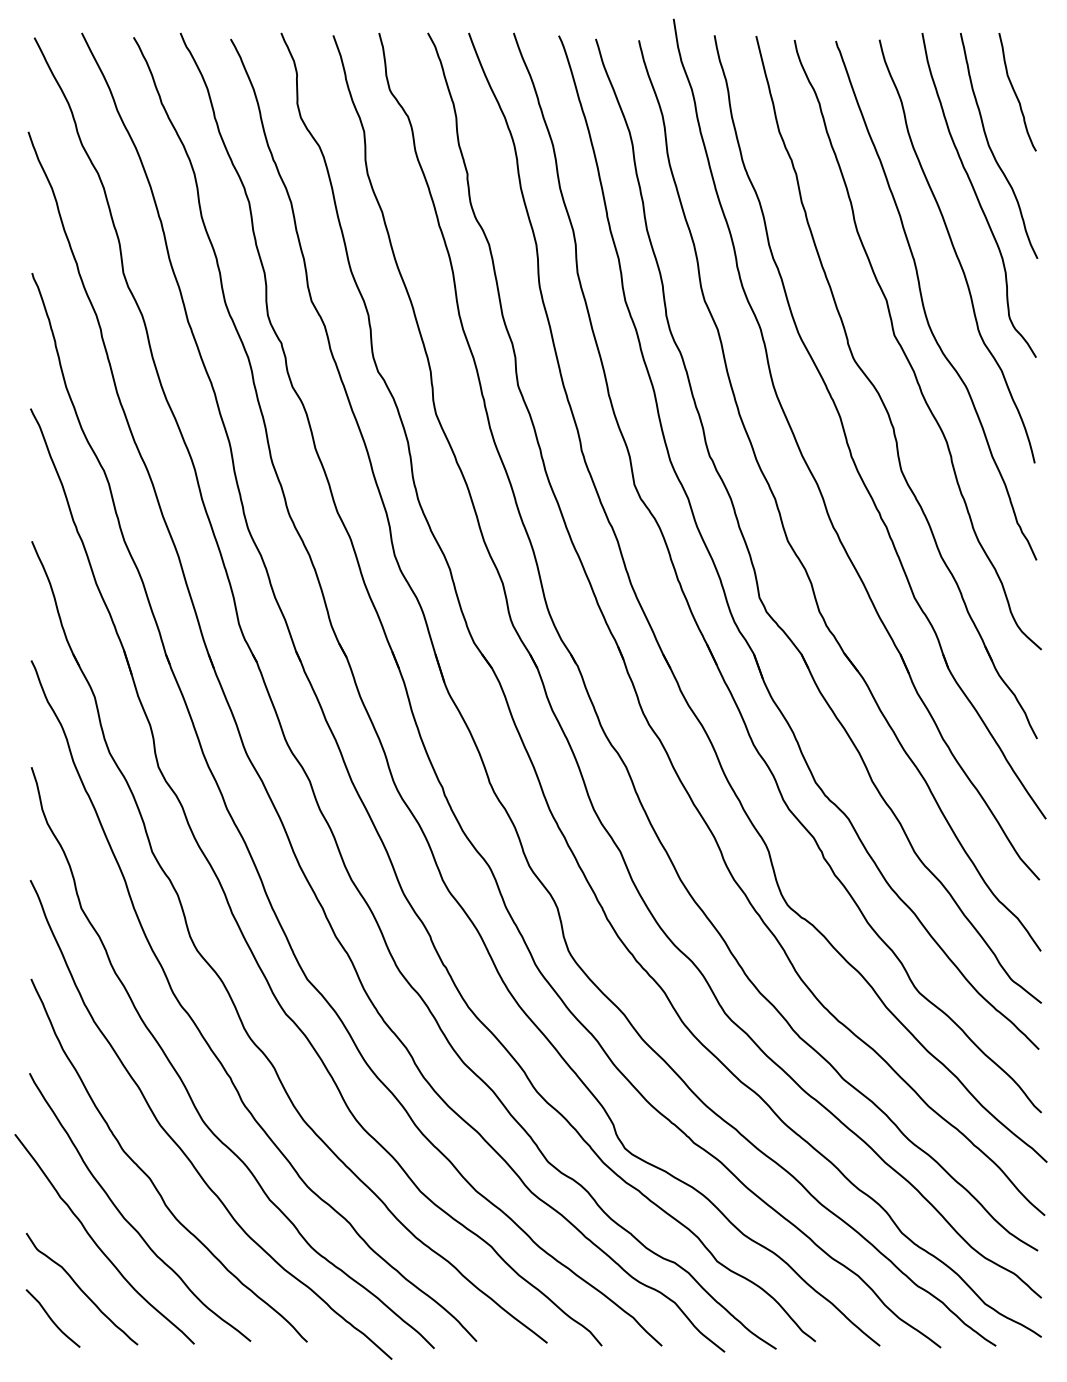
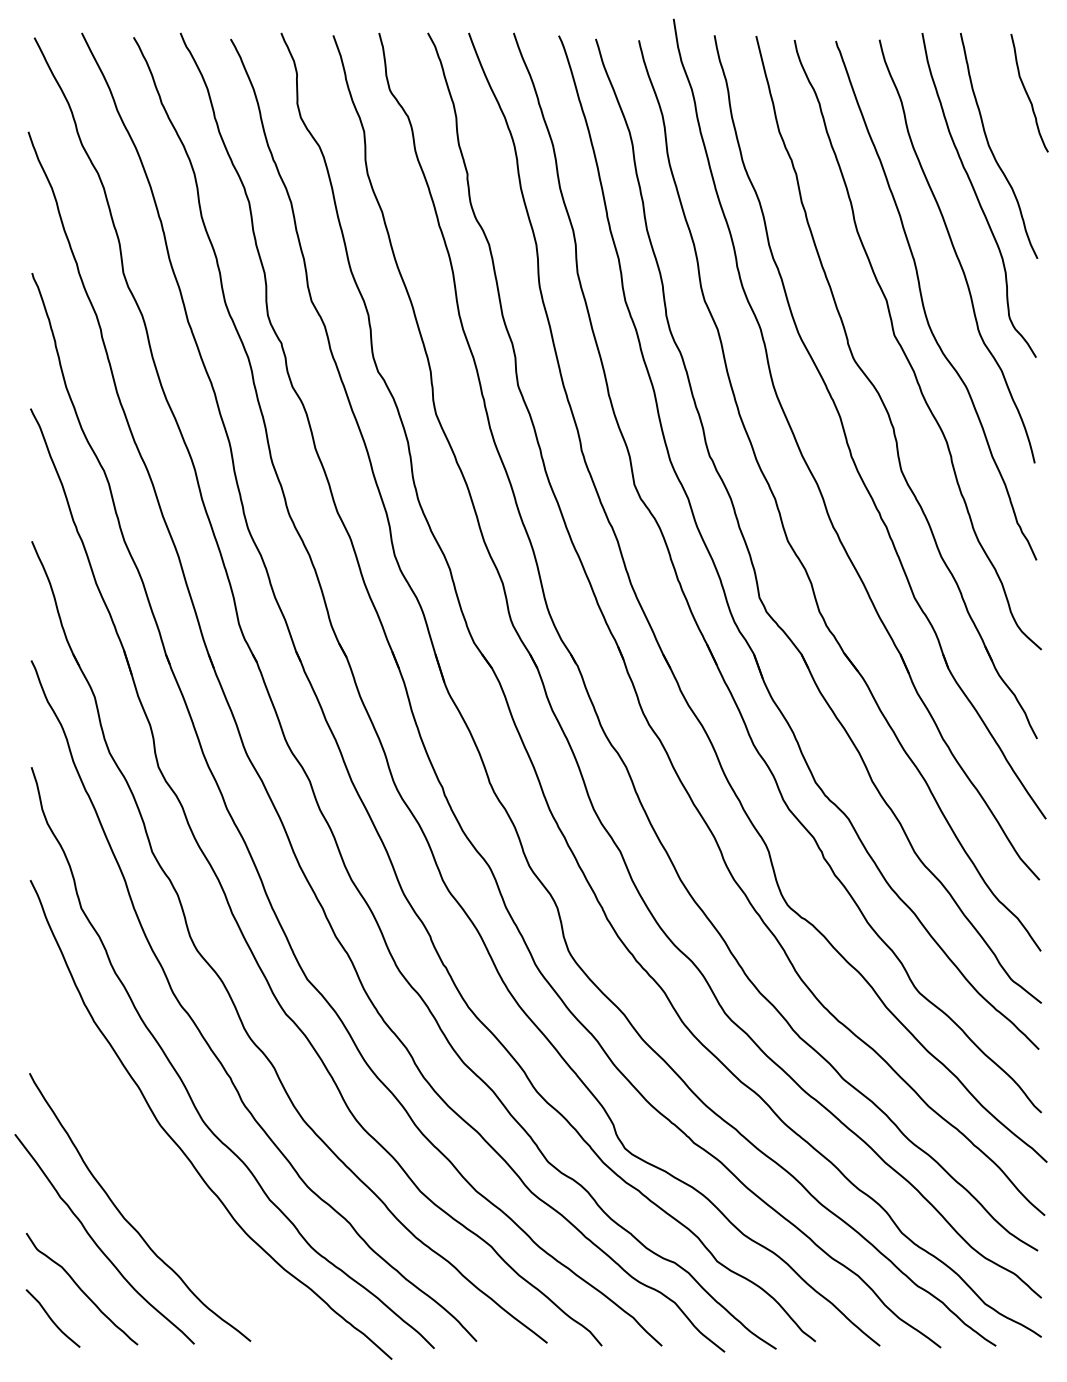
curve at (1016, 93) position: (1016, 93) -> (1028, 94)
curve at (150, 1177): present -> none
